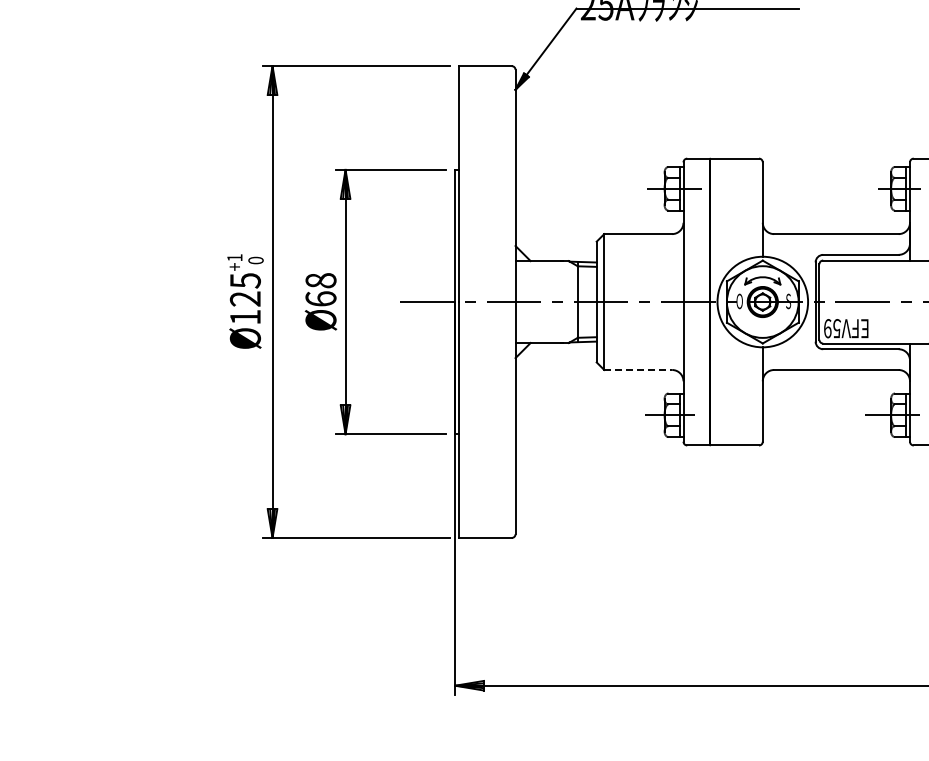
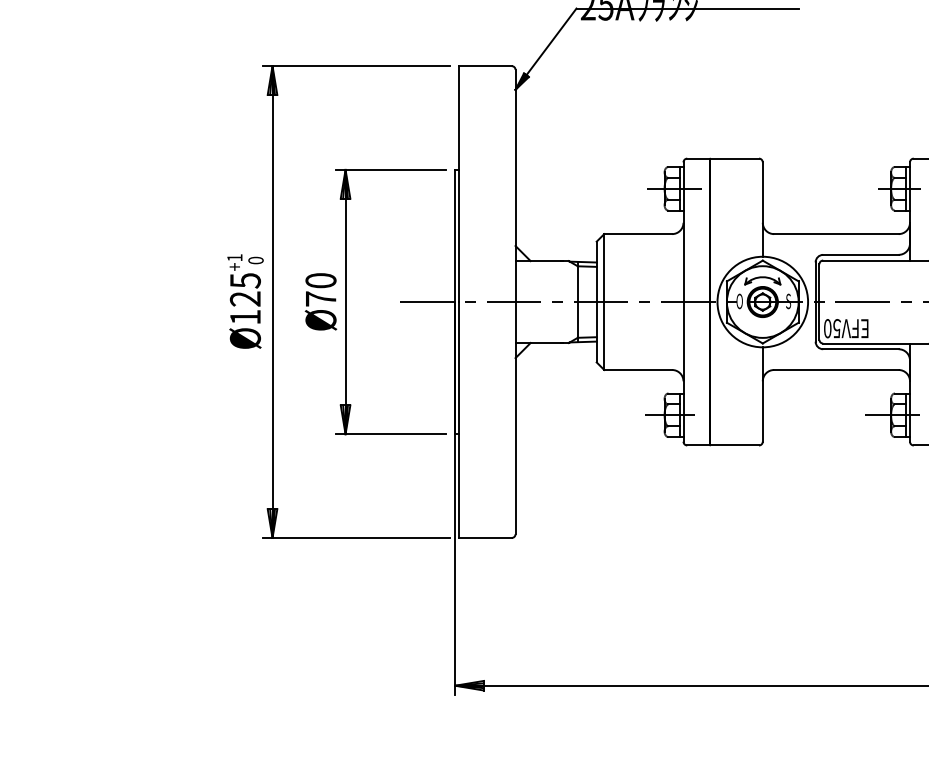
text at (320, 289): Ø68 -> Ø70
text at (827, 328): EFV59 -> EFV50
line at (638, 370): dashed -> solid
